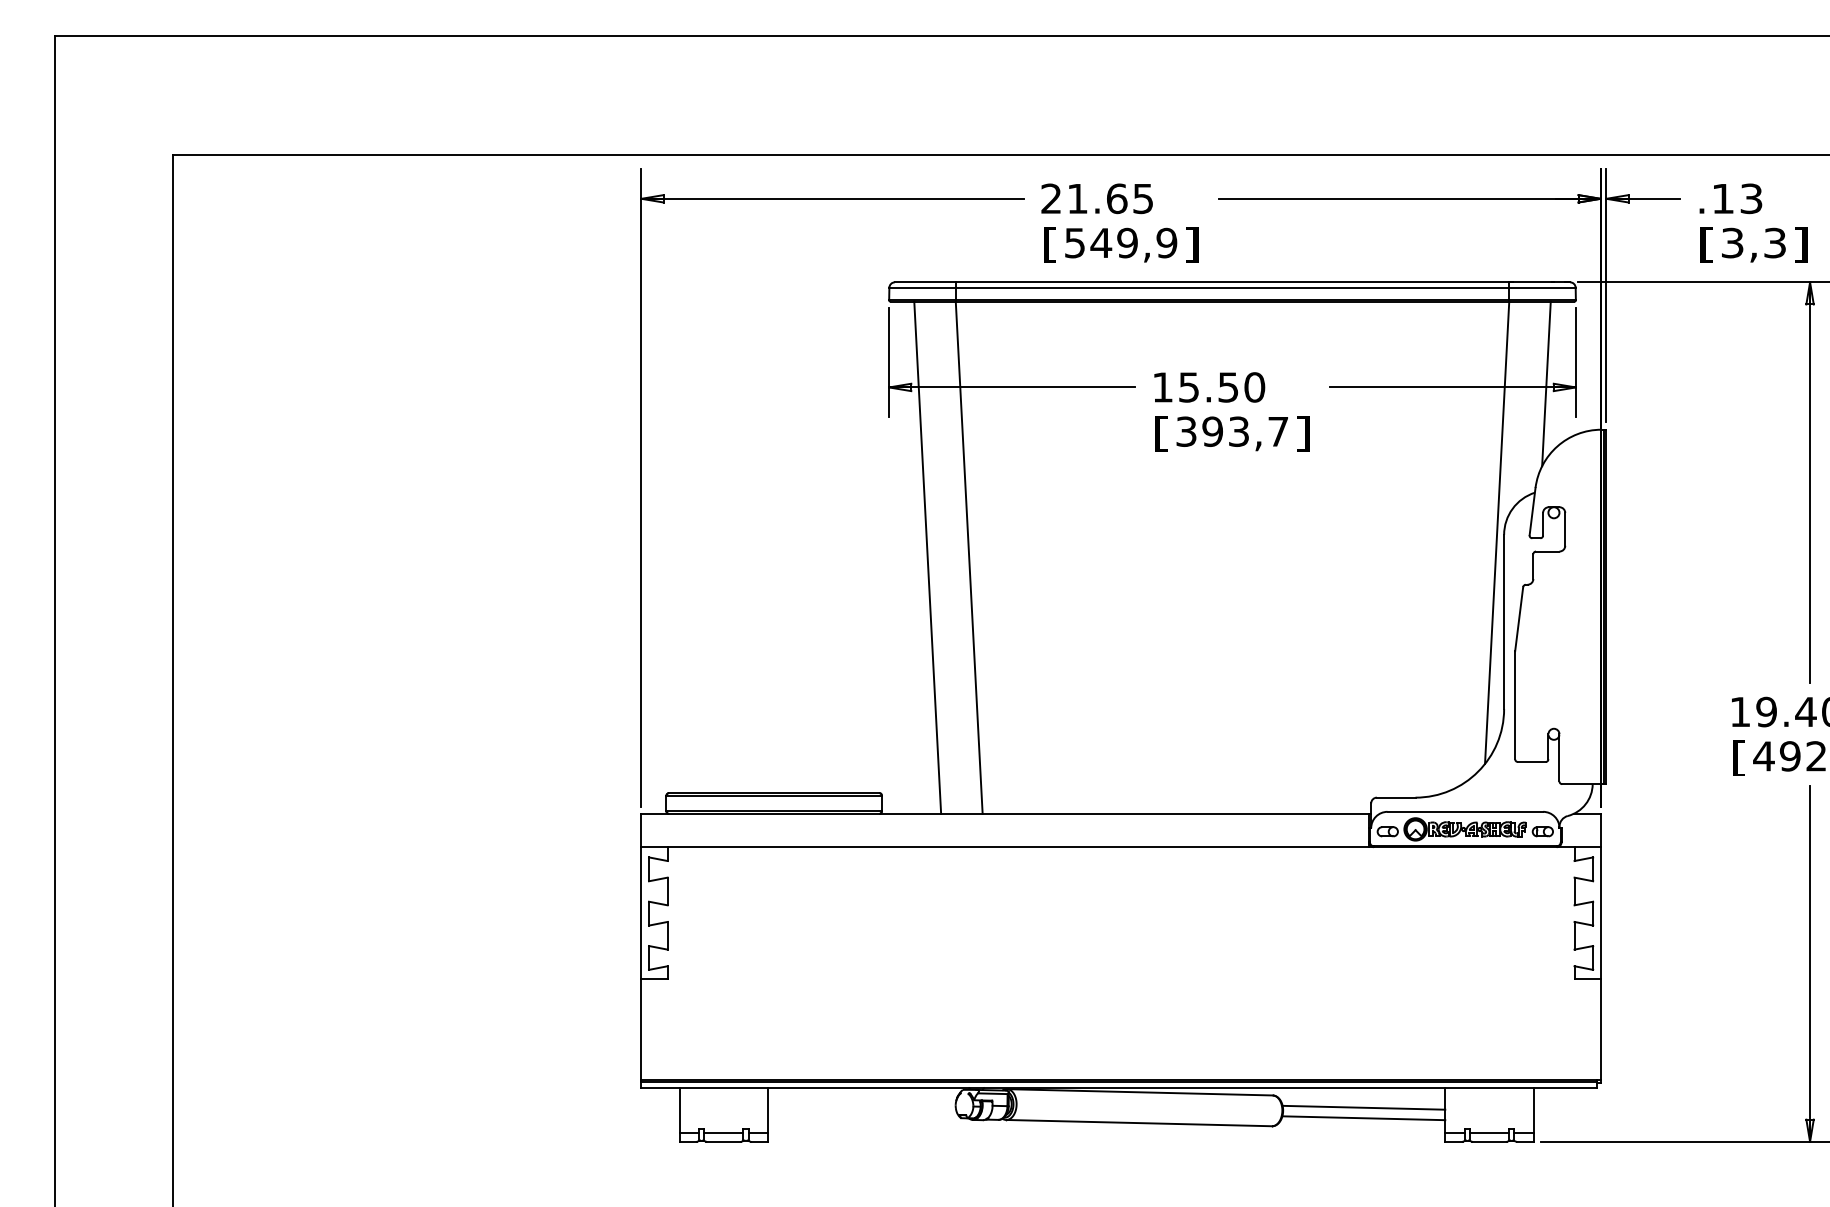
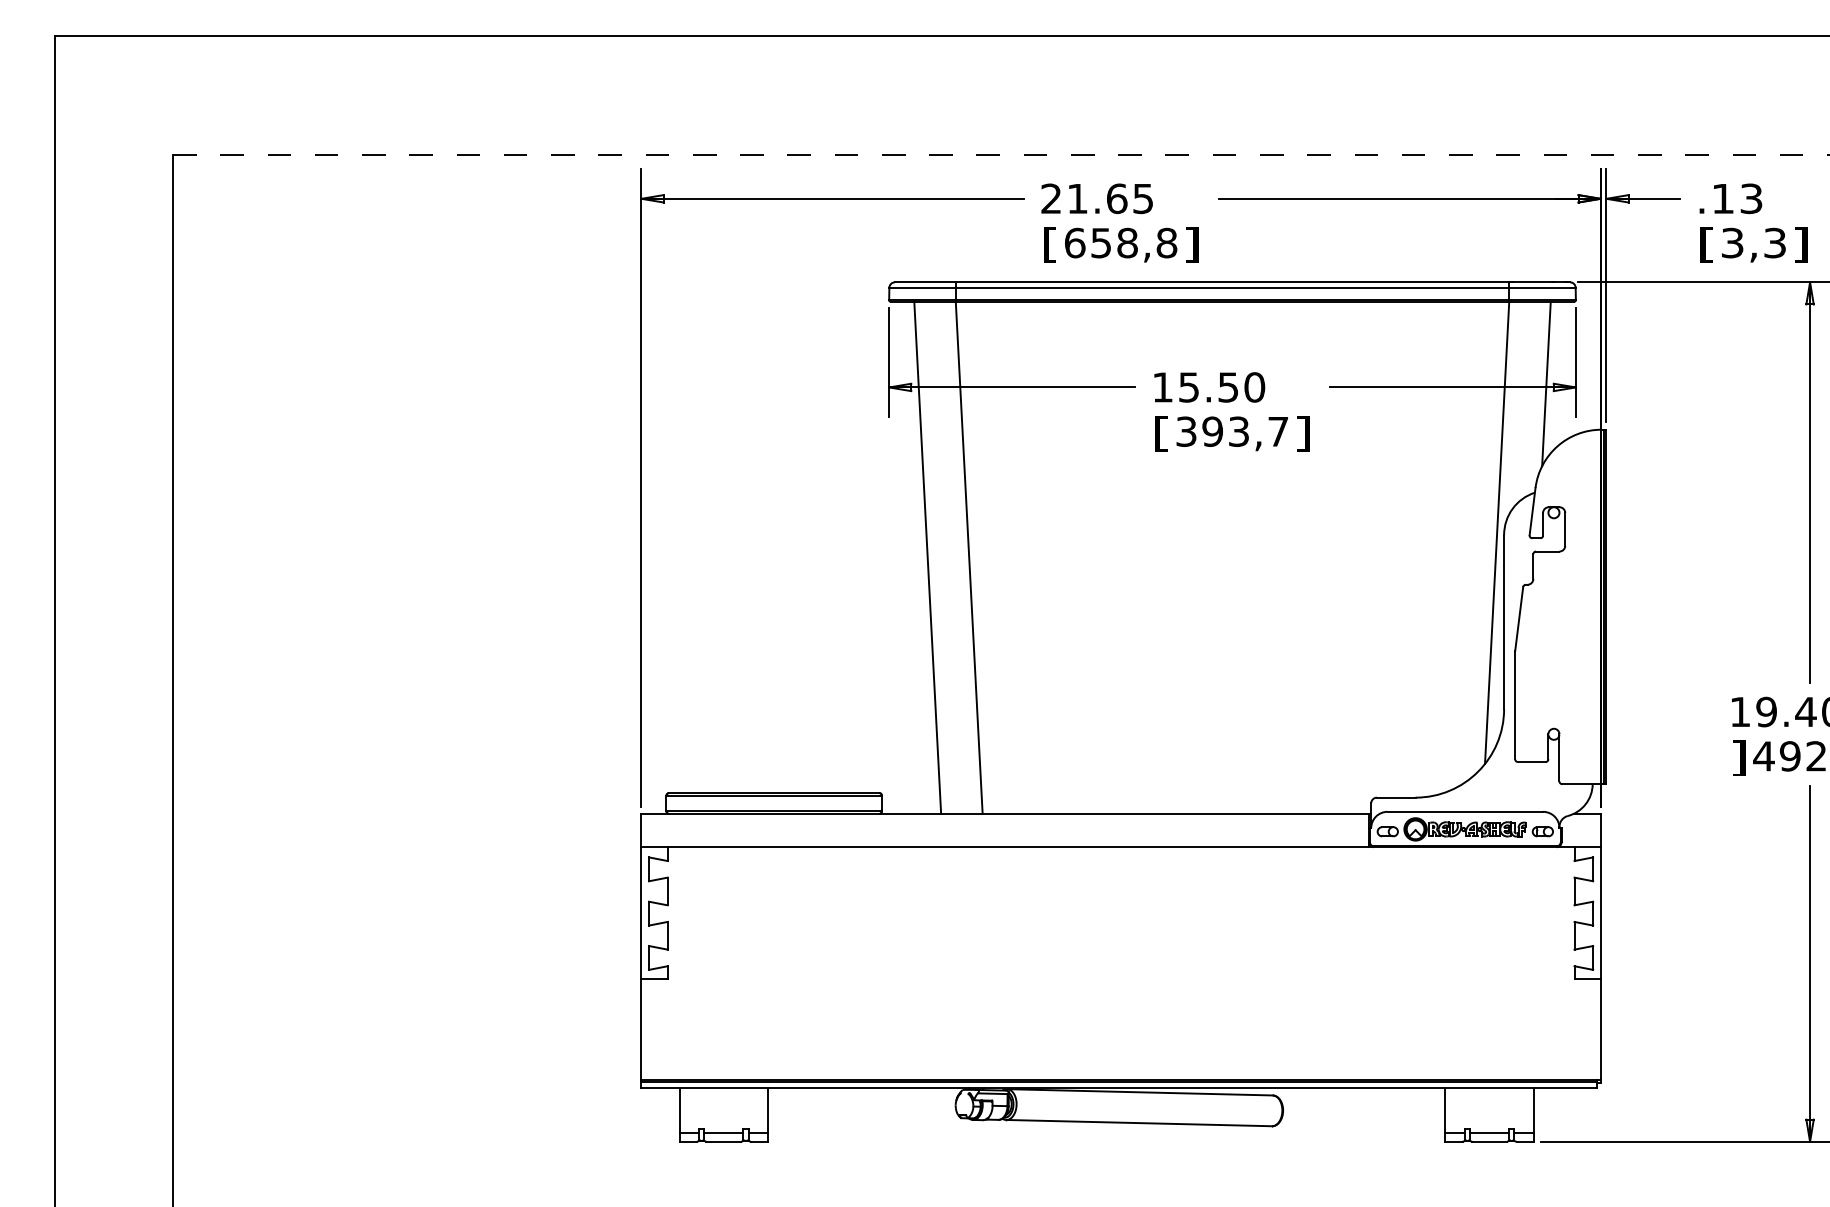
line at (1001, 154): solid -> dashed
text at (1121, 242): 549,9 -> 658,8
text at (1739, 757): [ -> ]
line at (1363, 1107): present -> none
line at (1363, 1118): present -> none
